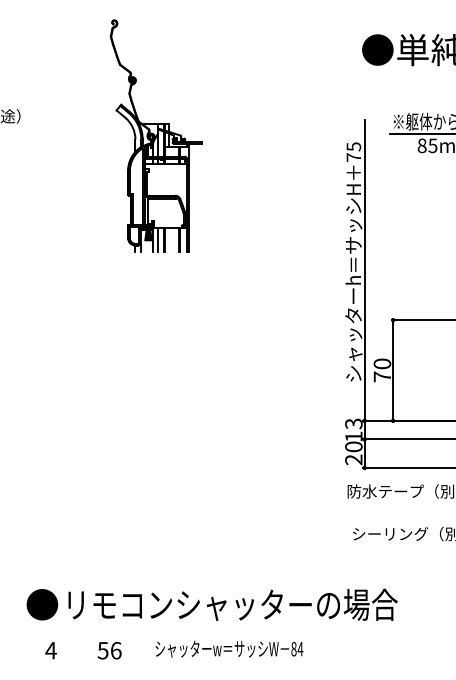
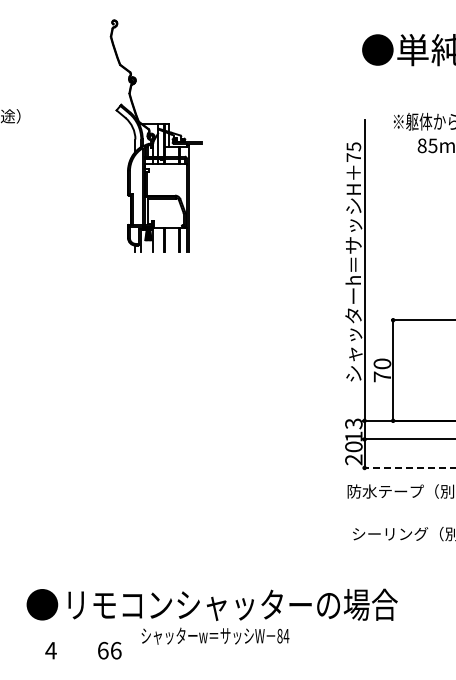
line at (421, 133): present -> none
line at (158, 239): present -> none
line at (409, 467): solid -> dashed
text at (229, 648) position: (229, 648) -> (215, 635)
text at (102, 650): 56 -> 66
